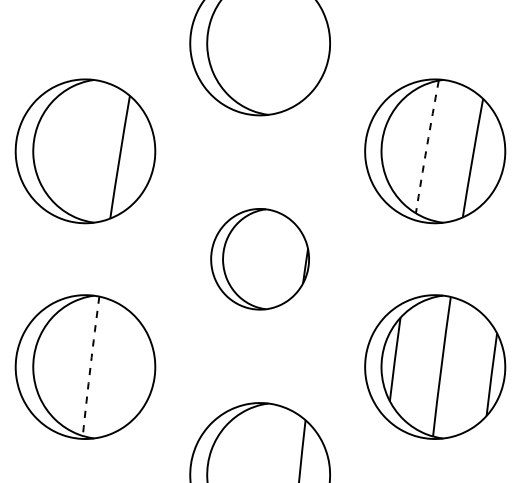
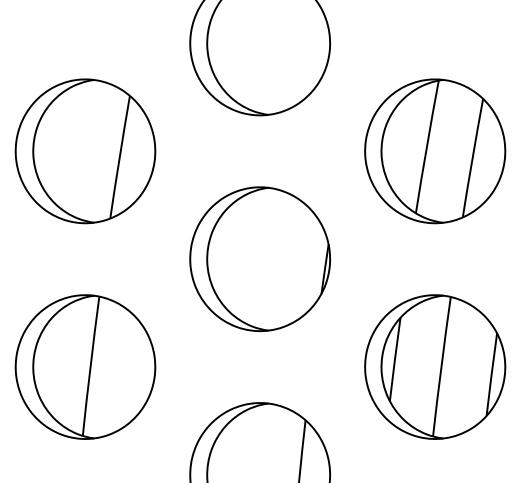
arc at (426, 146): dashed -> solid
part at (259, 259) size: 100x103 px -> 142x147 px
arc at (90, 366): dashed -> solid
